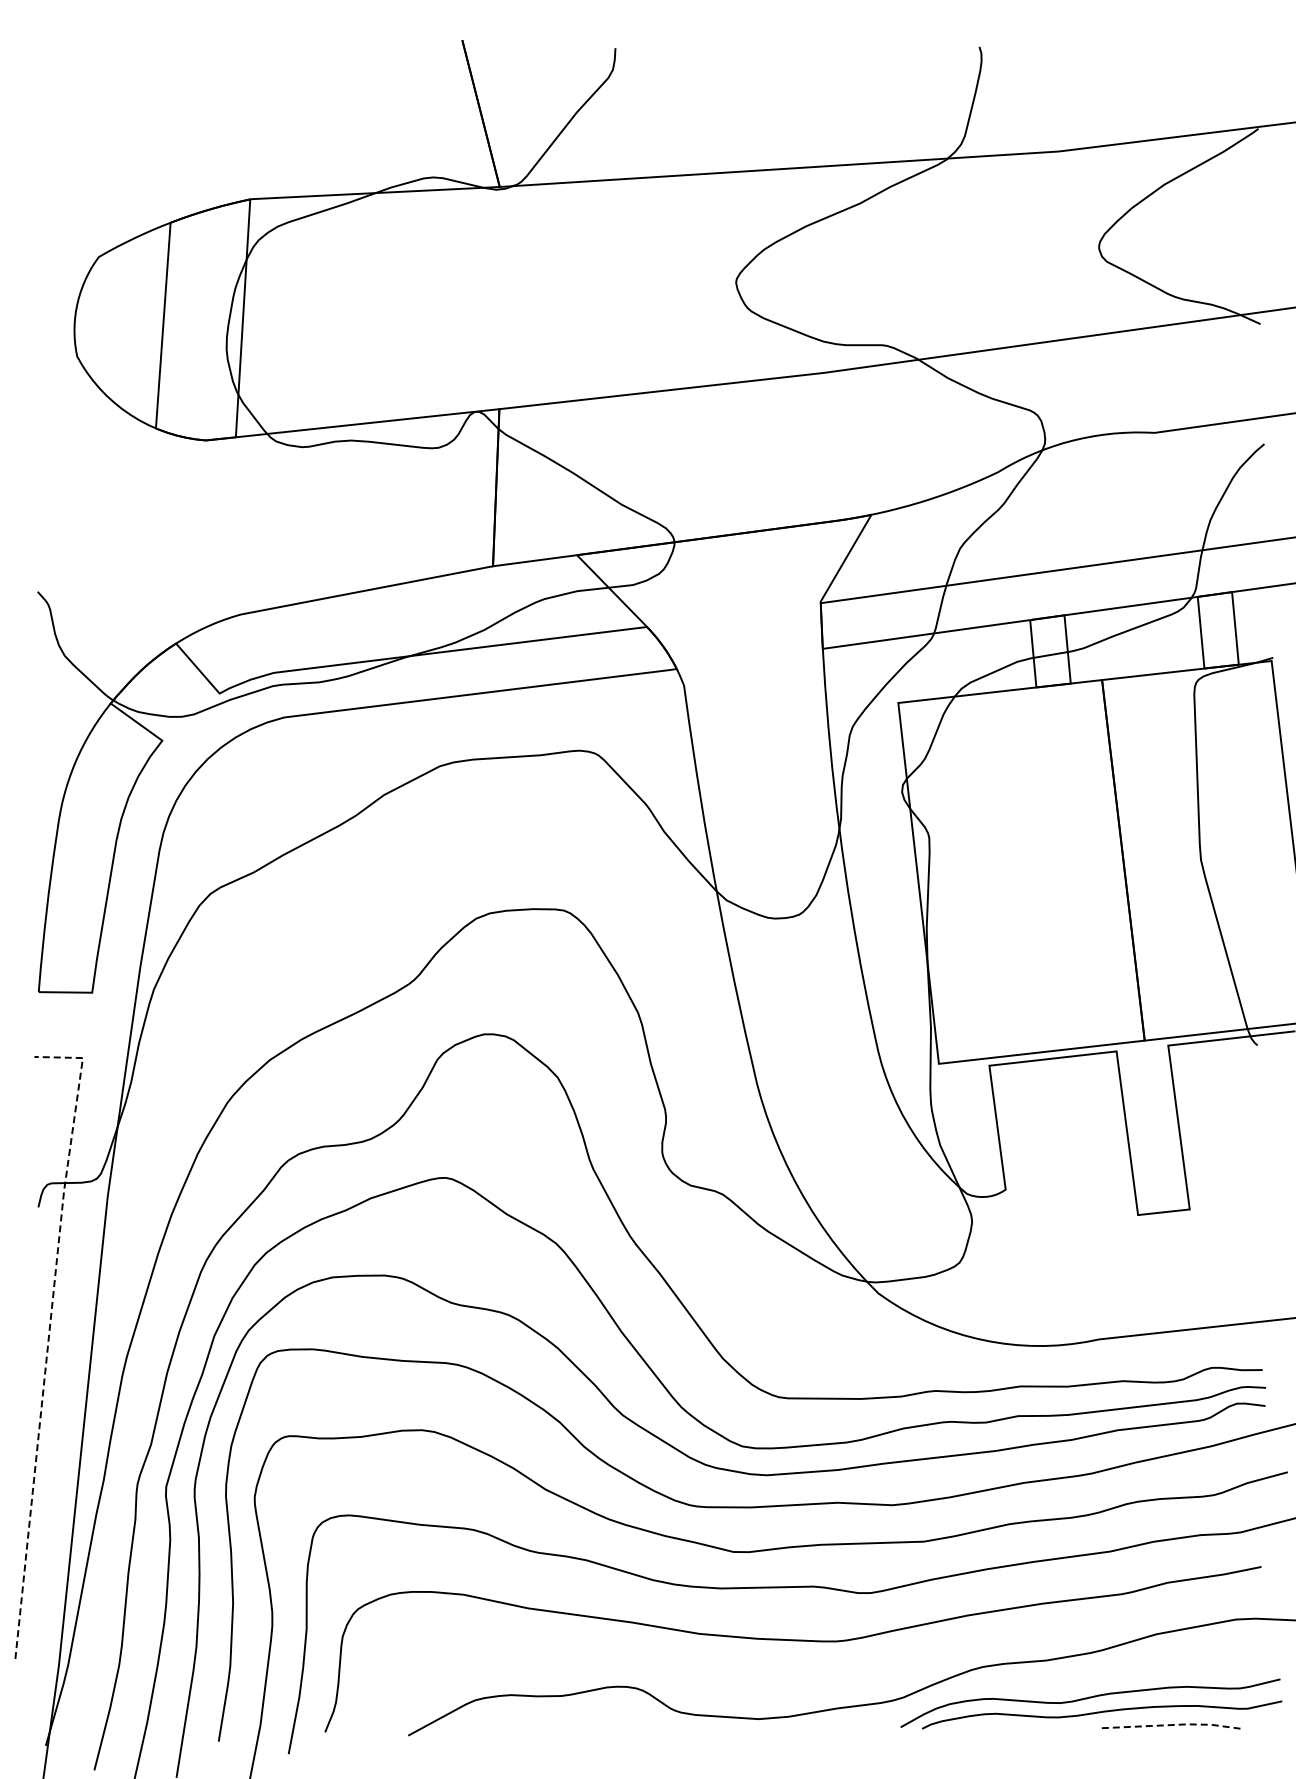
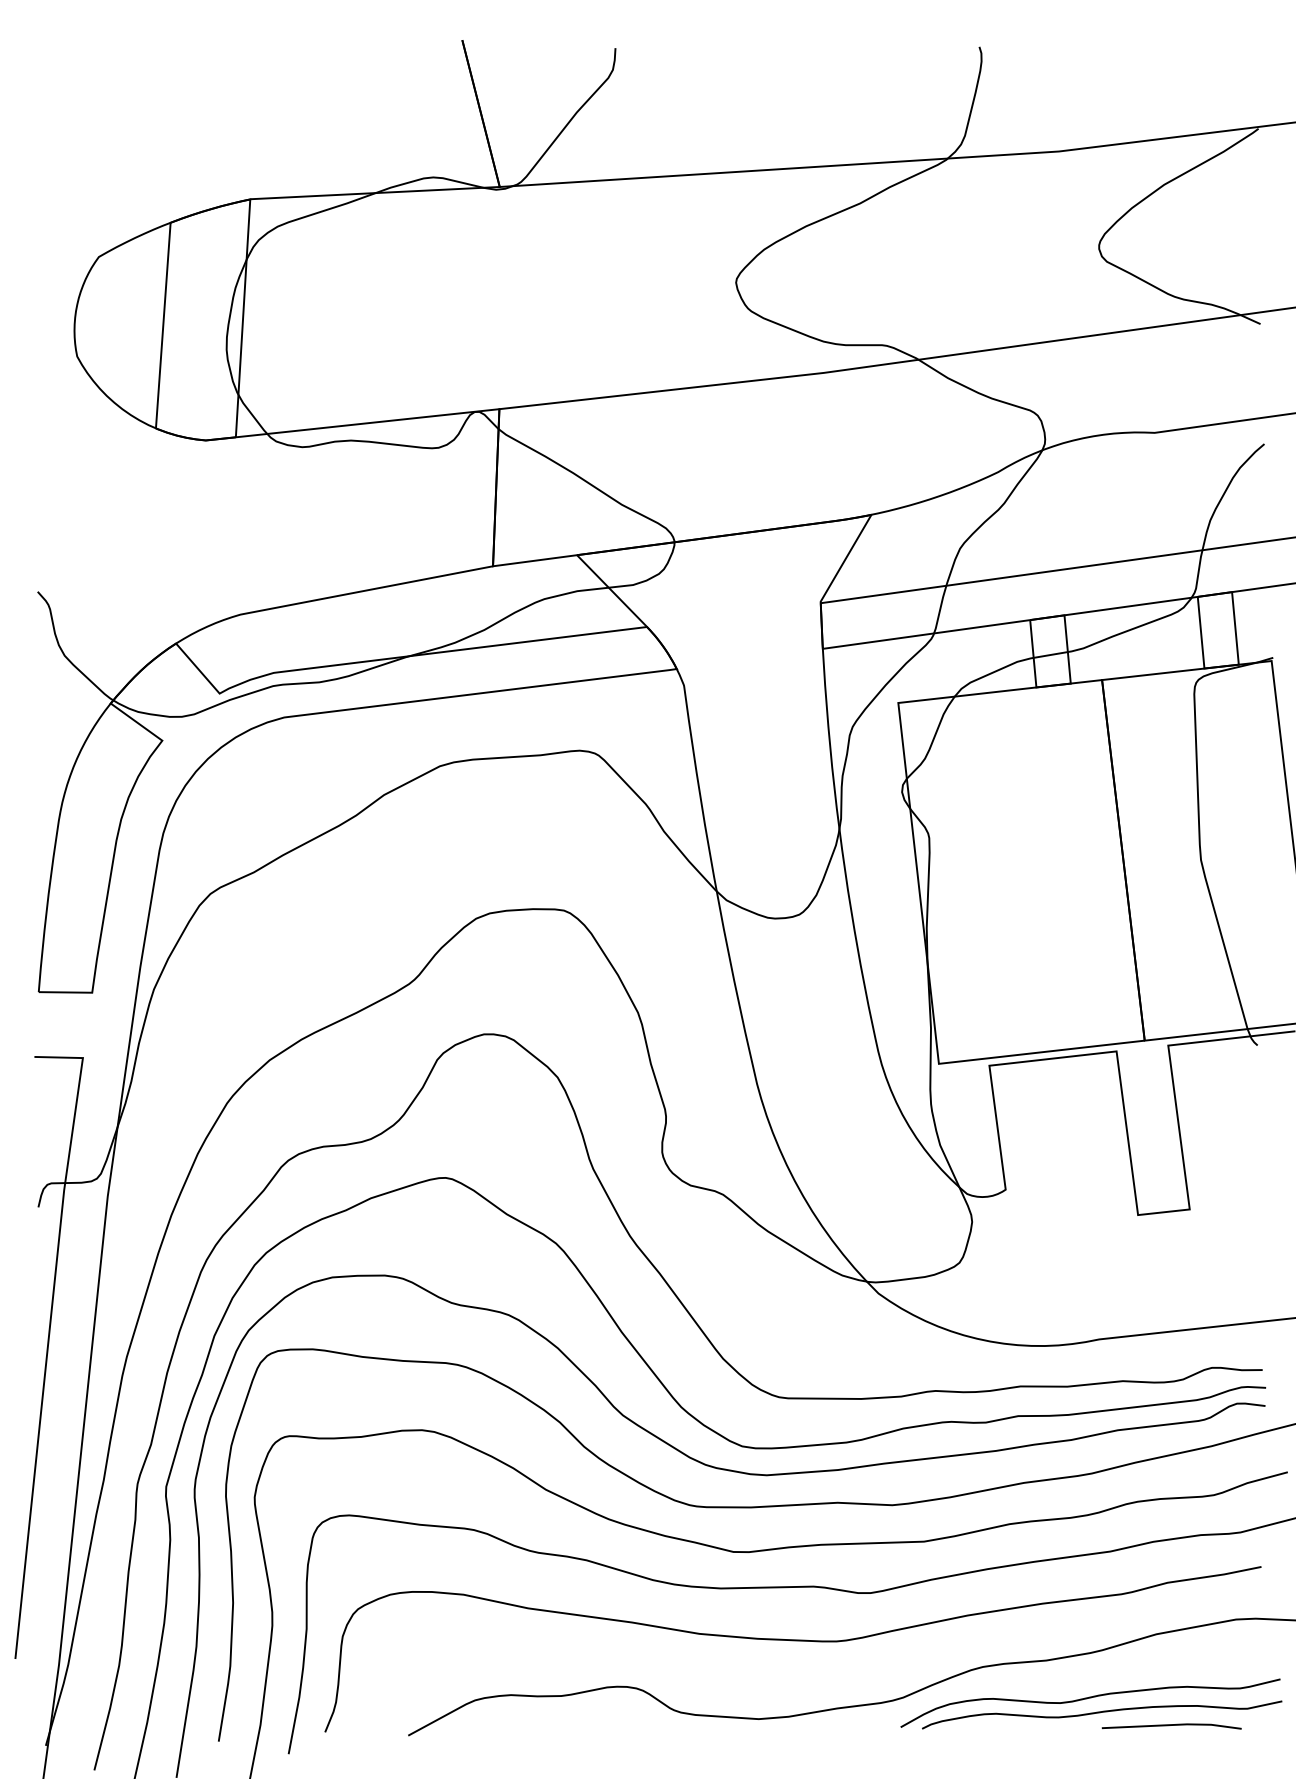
line at (49, 1332): dashed -> solid
line at (1173, 1724): dashed -> solid
